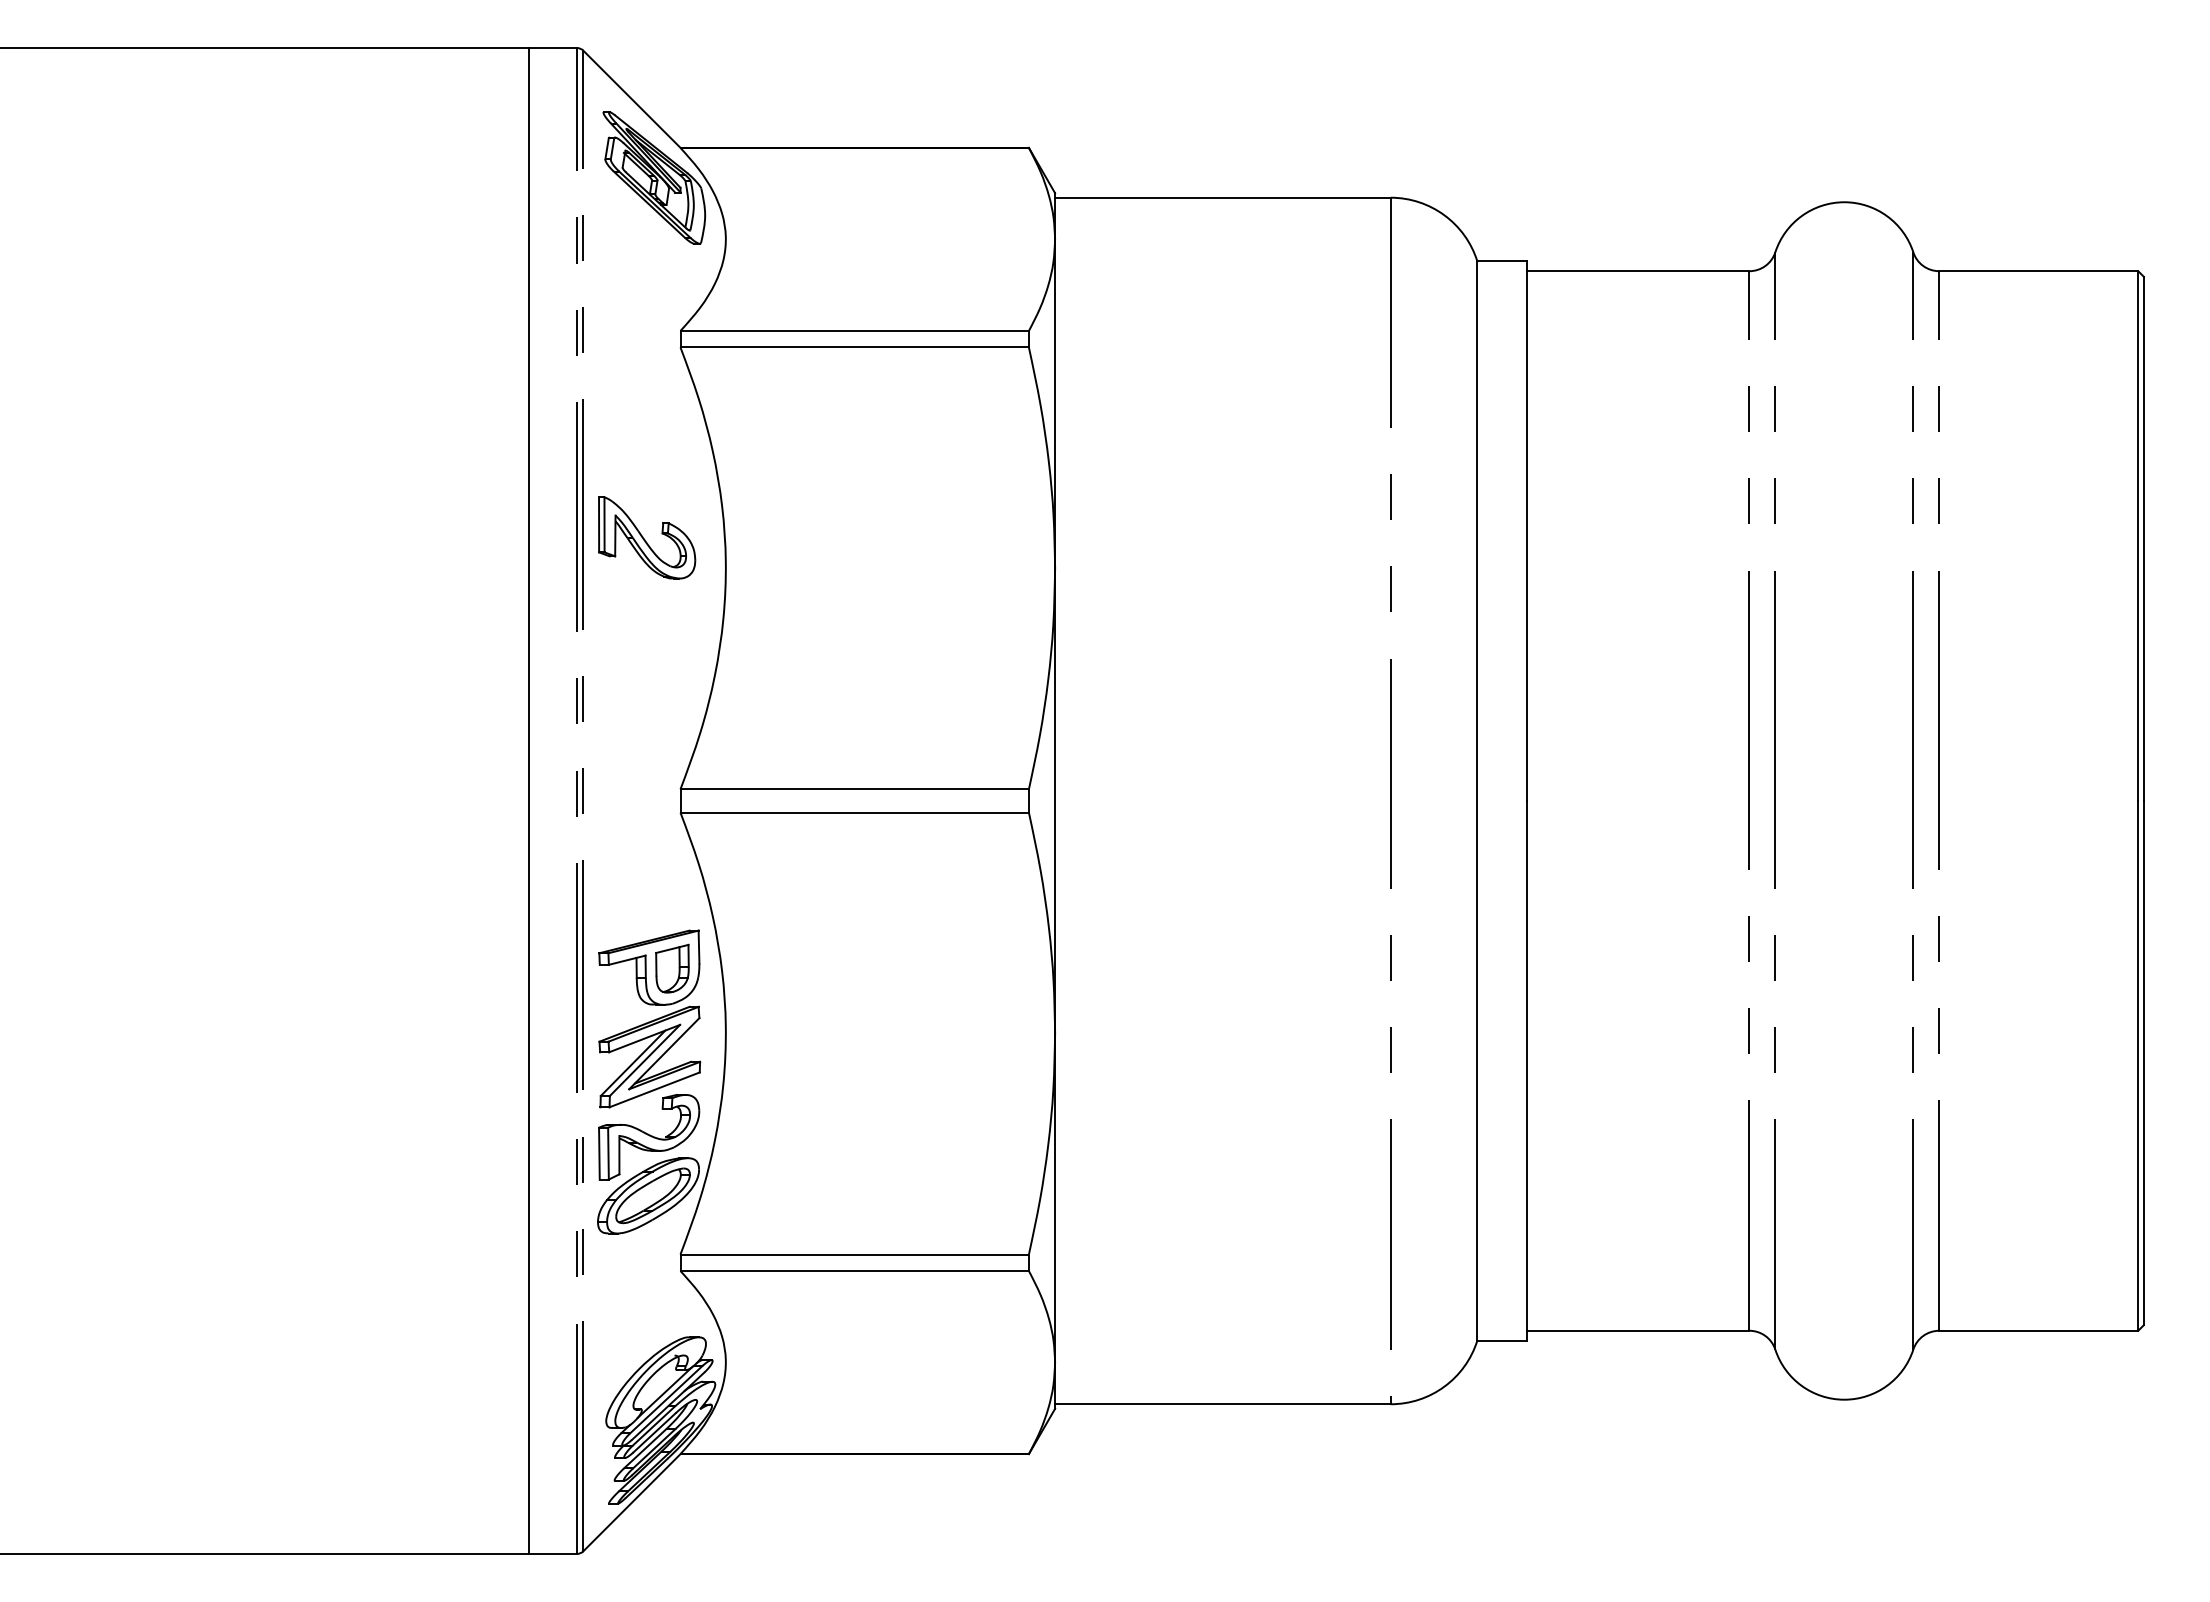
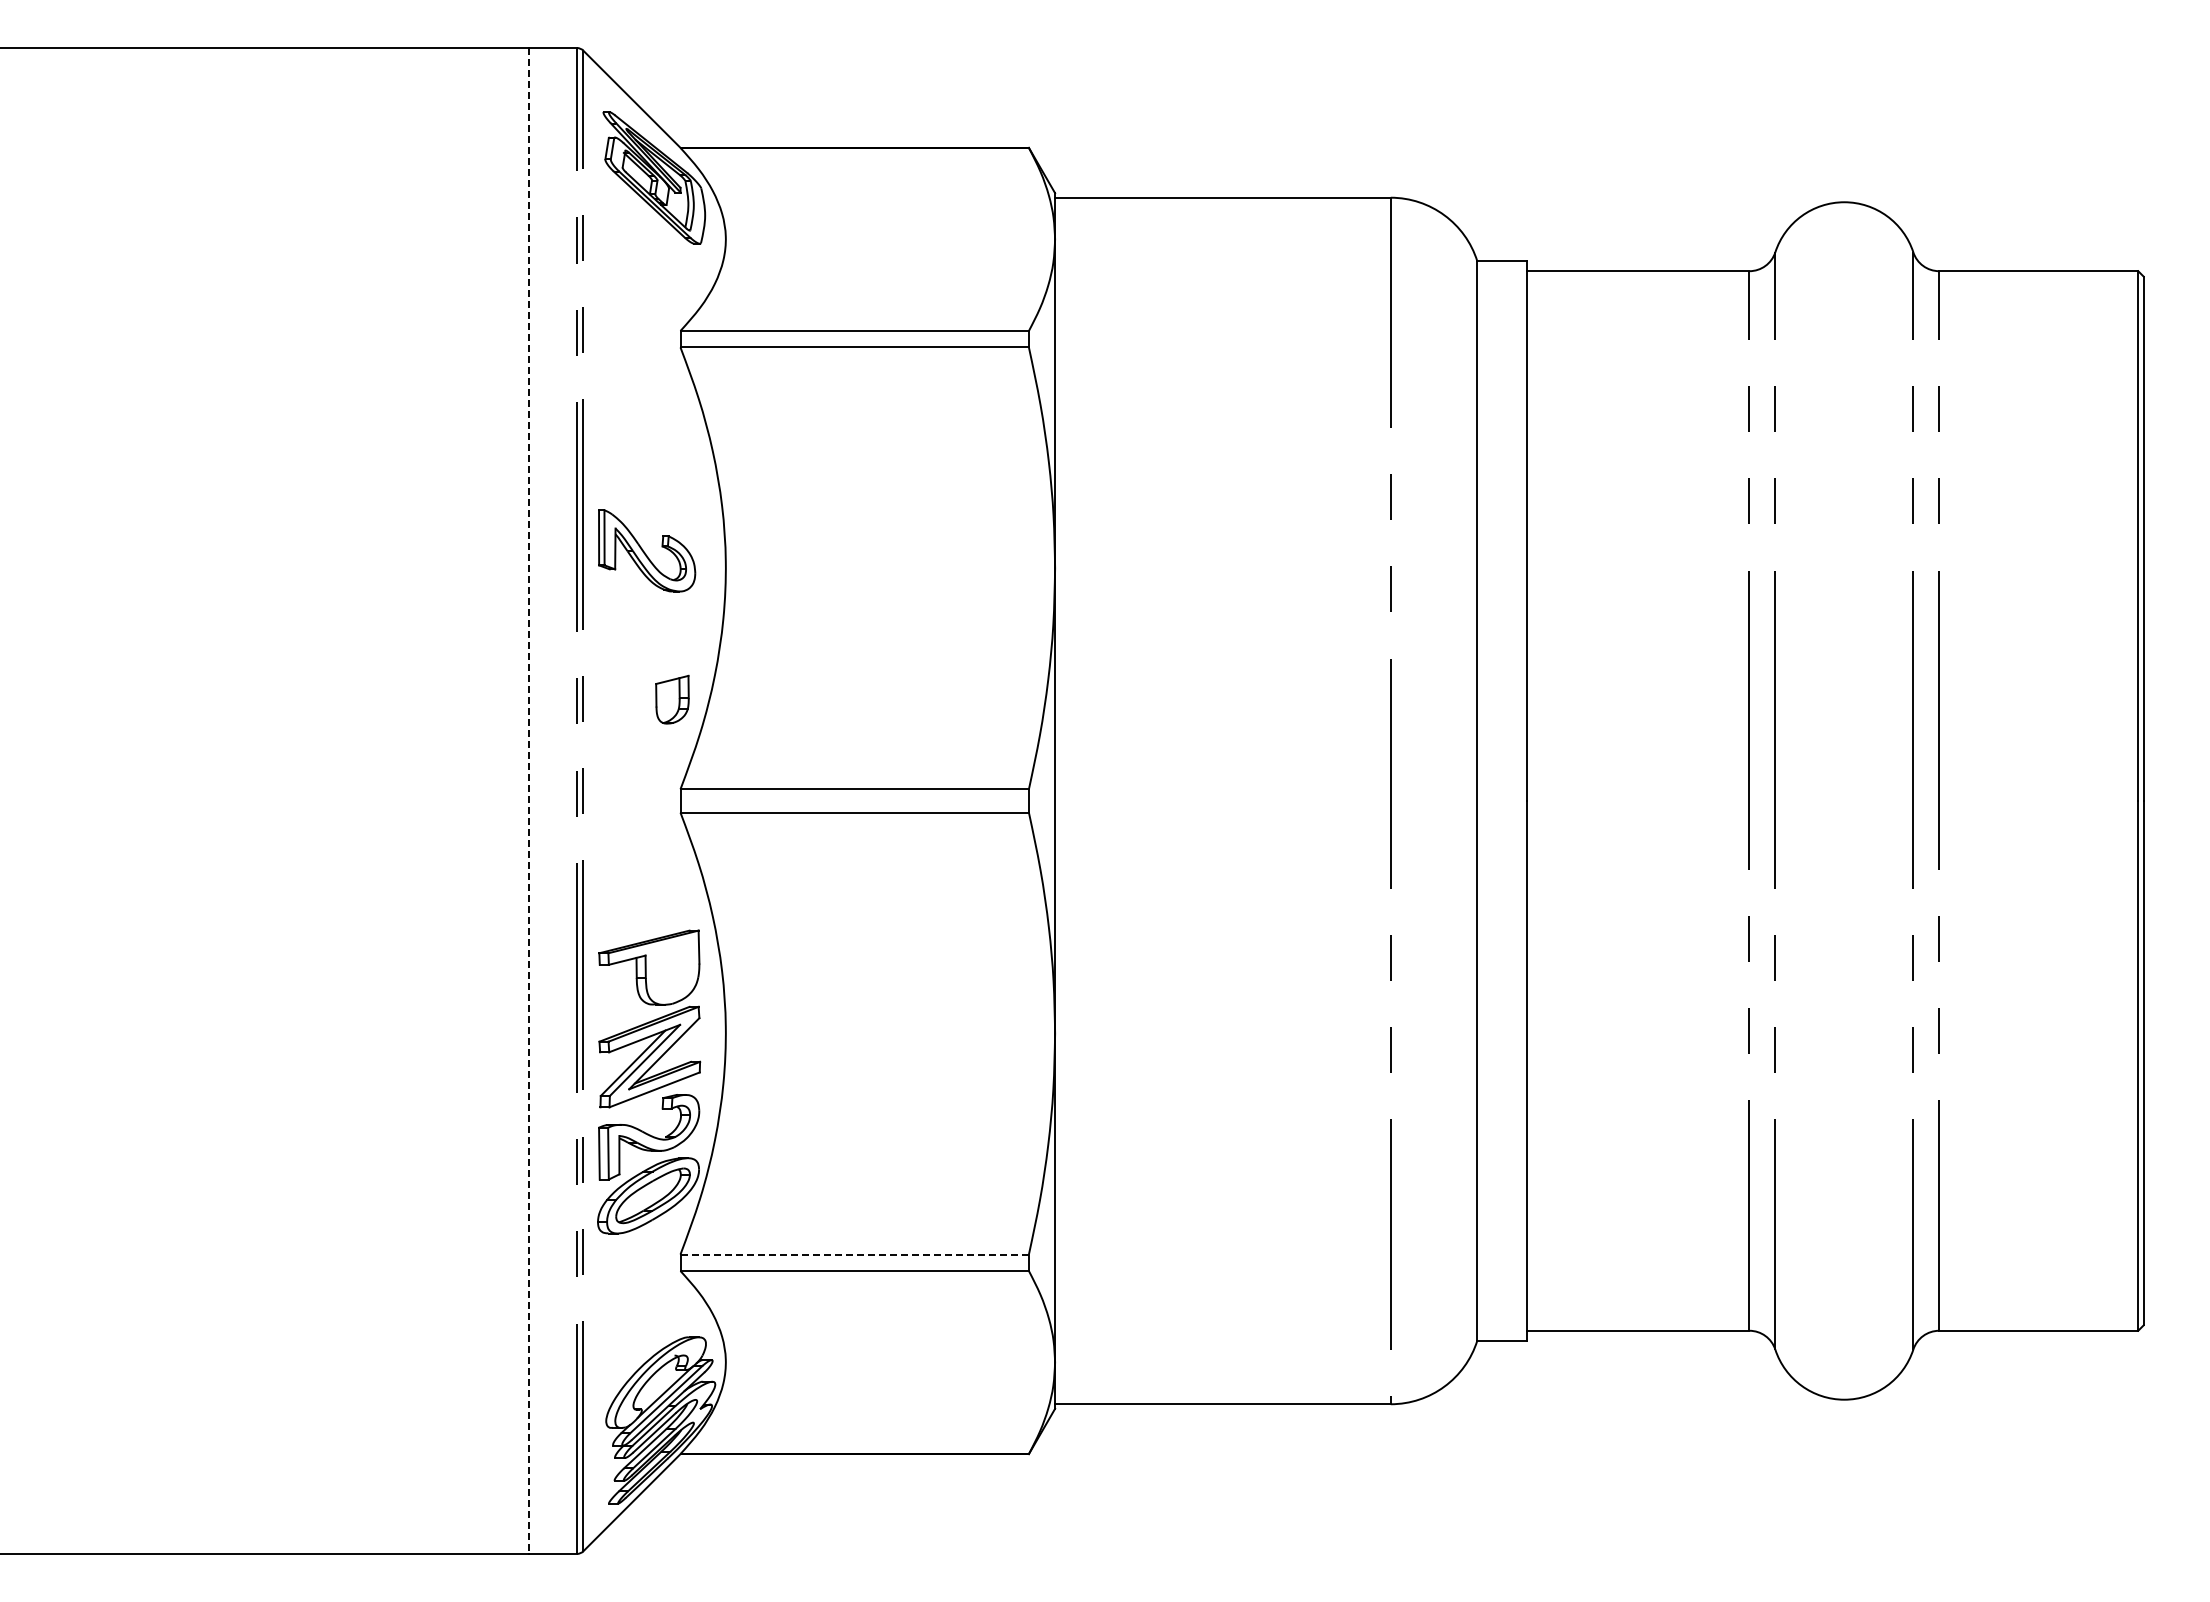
part at (647, 537) position: (647, 537) -> (647, 550)
line at (528, 800): solid -> dashed
part at (672, 968) position: (672, 968) -> (672, 699)
line at (855, 1254): solid -> dashed
